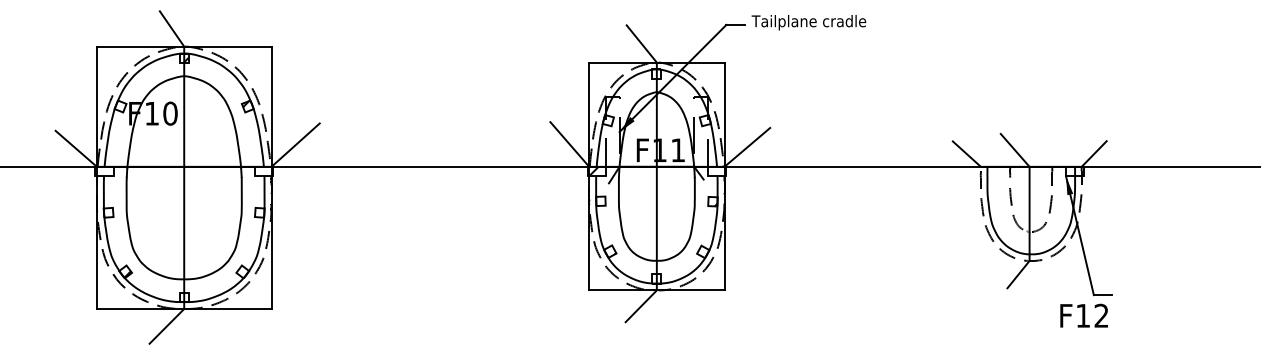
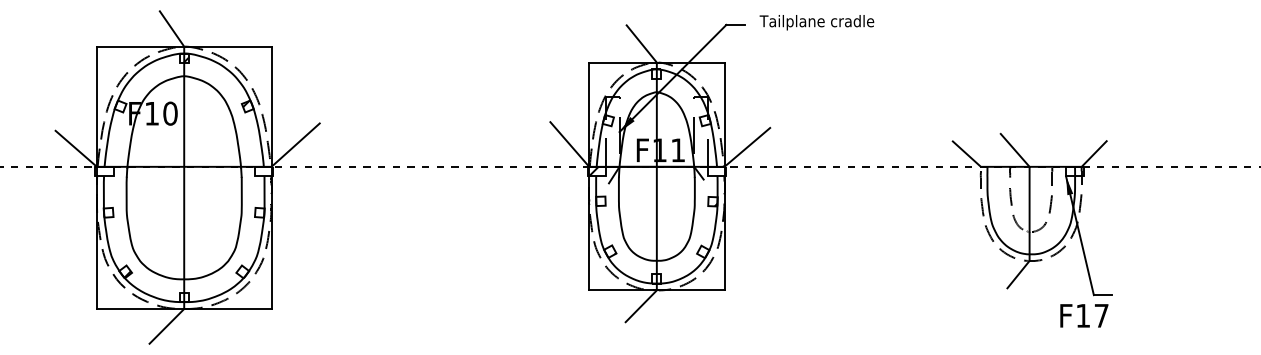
text at (808, 22) position: (808, 22) -> (816, 22)
line at (631, 166): solid -> dashed
text at (1101, 315): F12 -> F17
